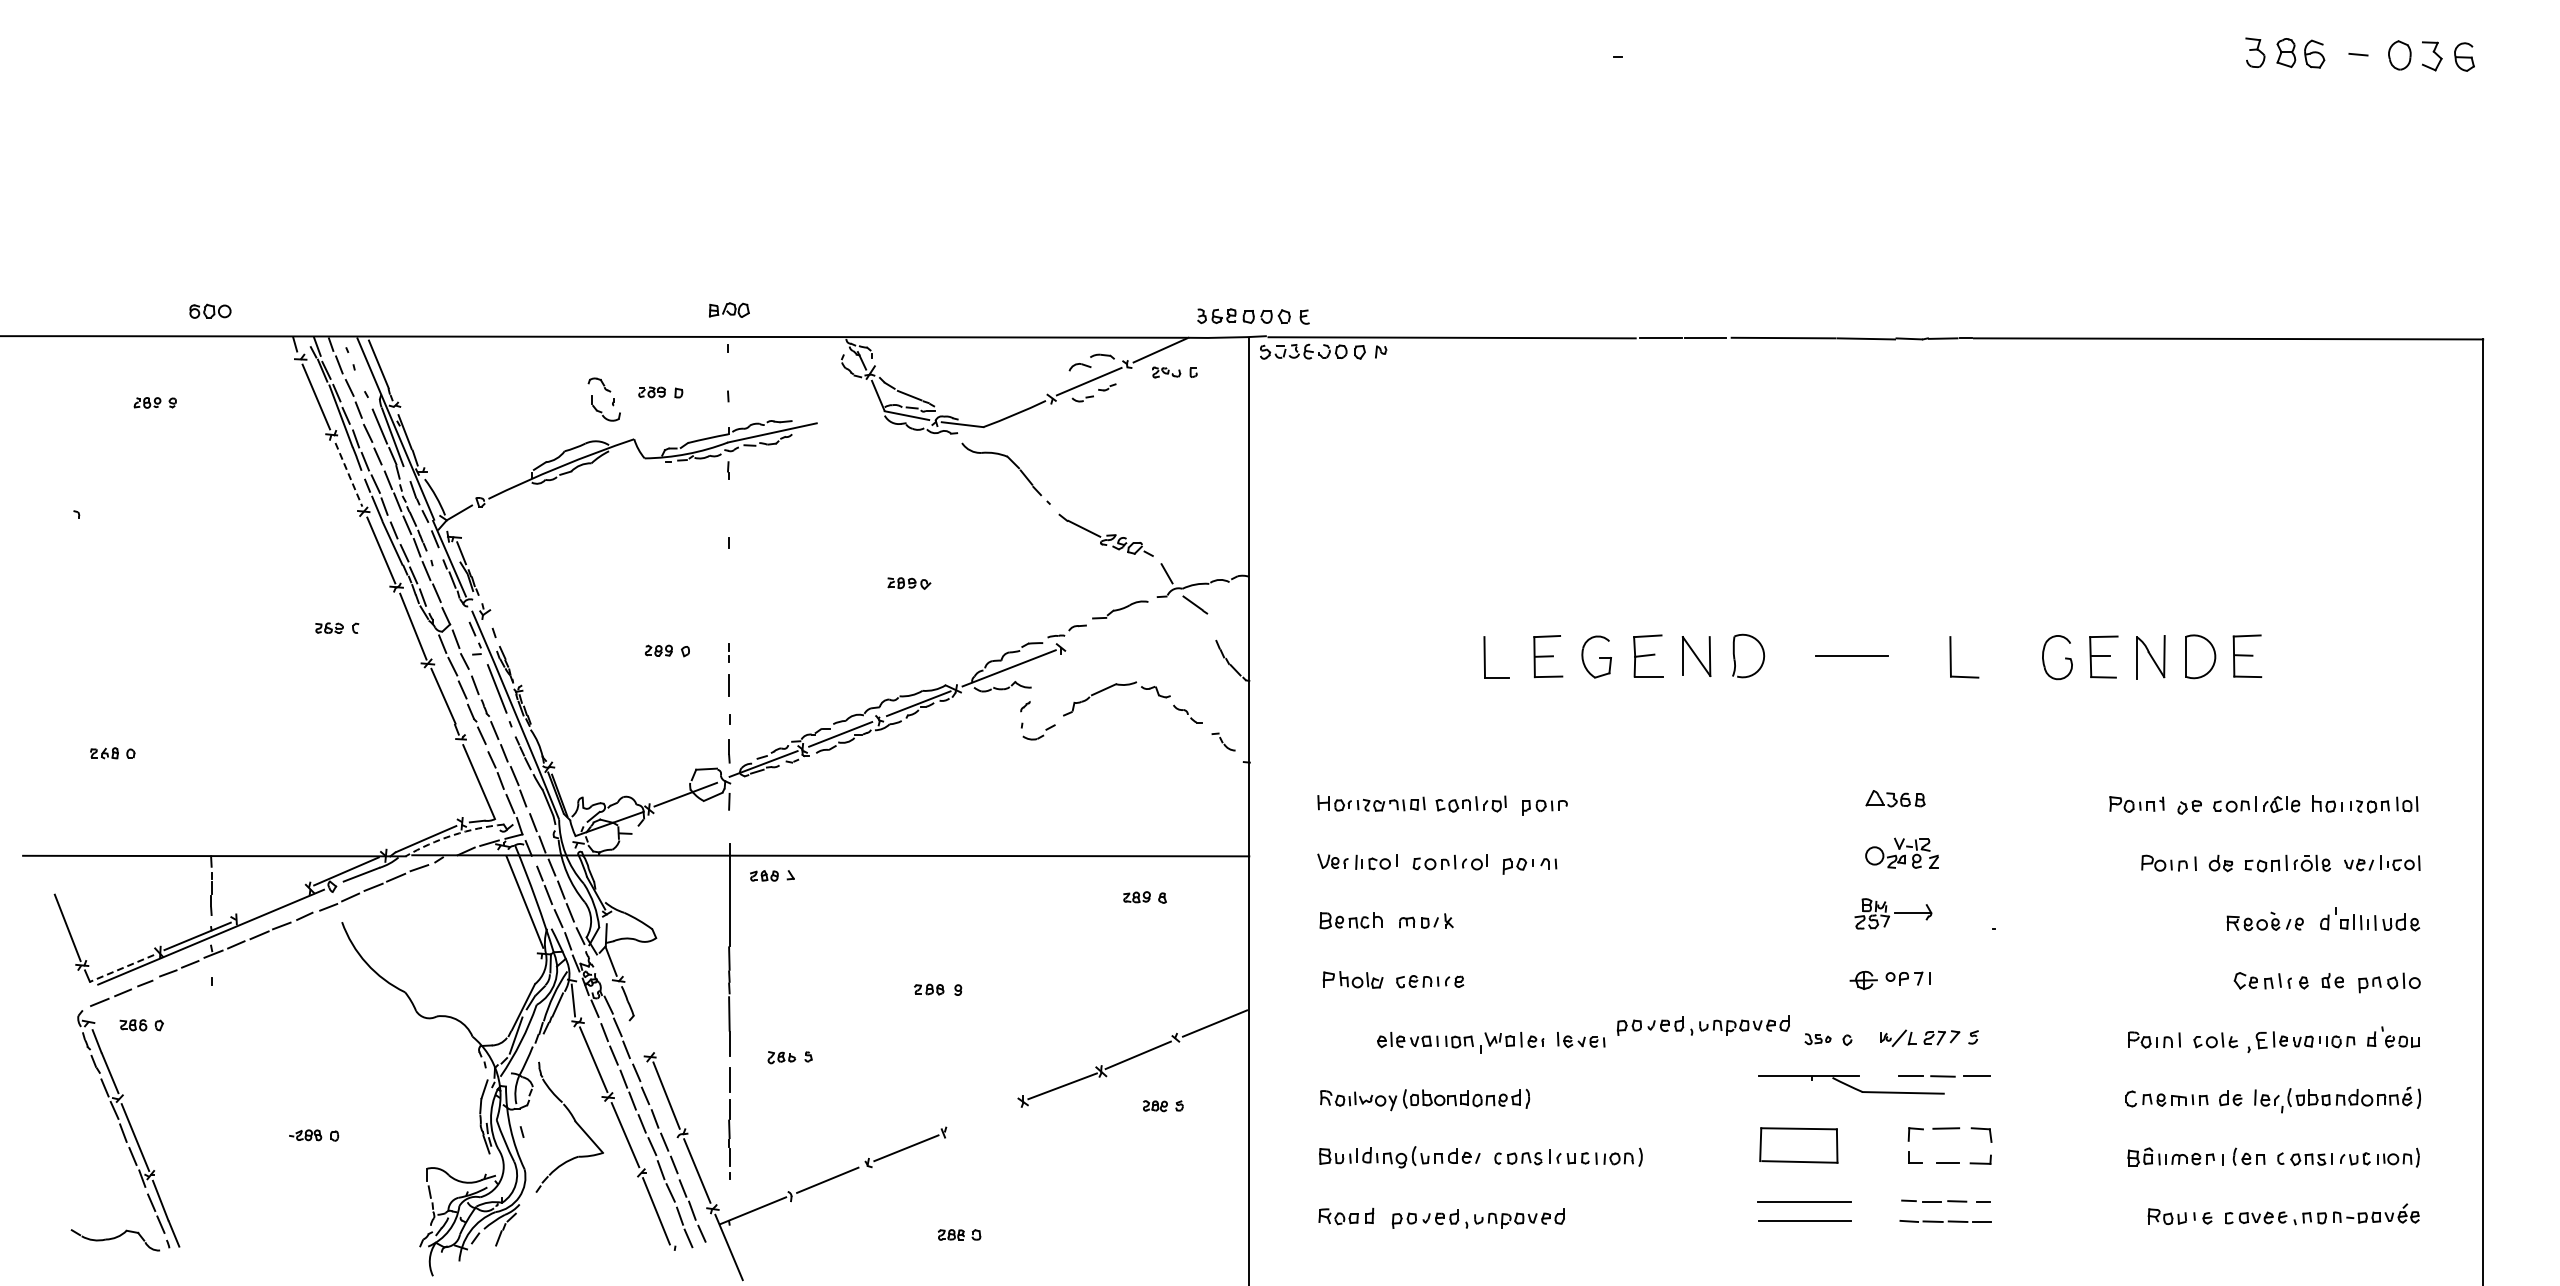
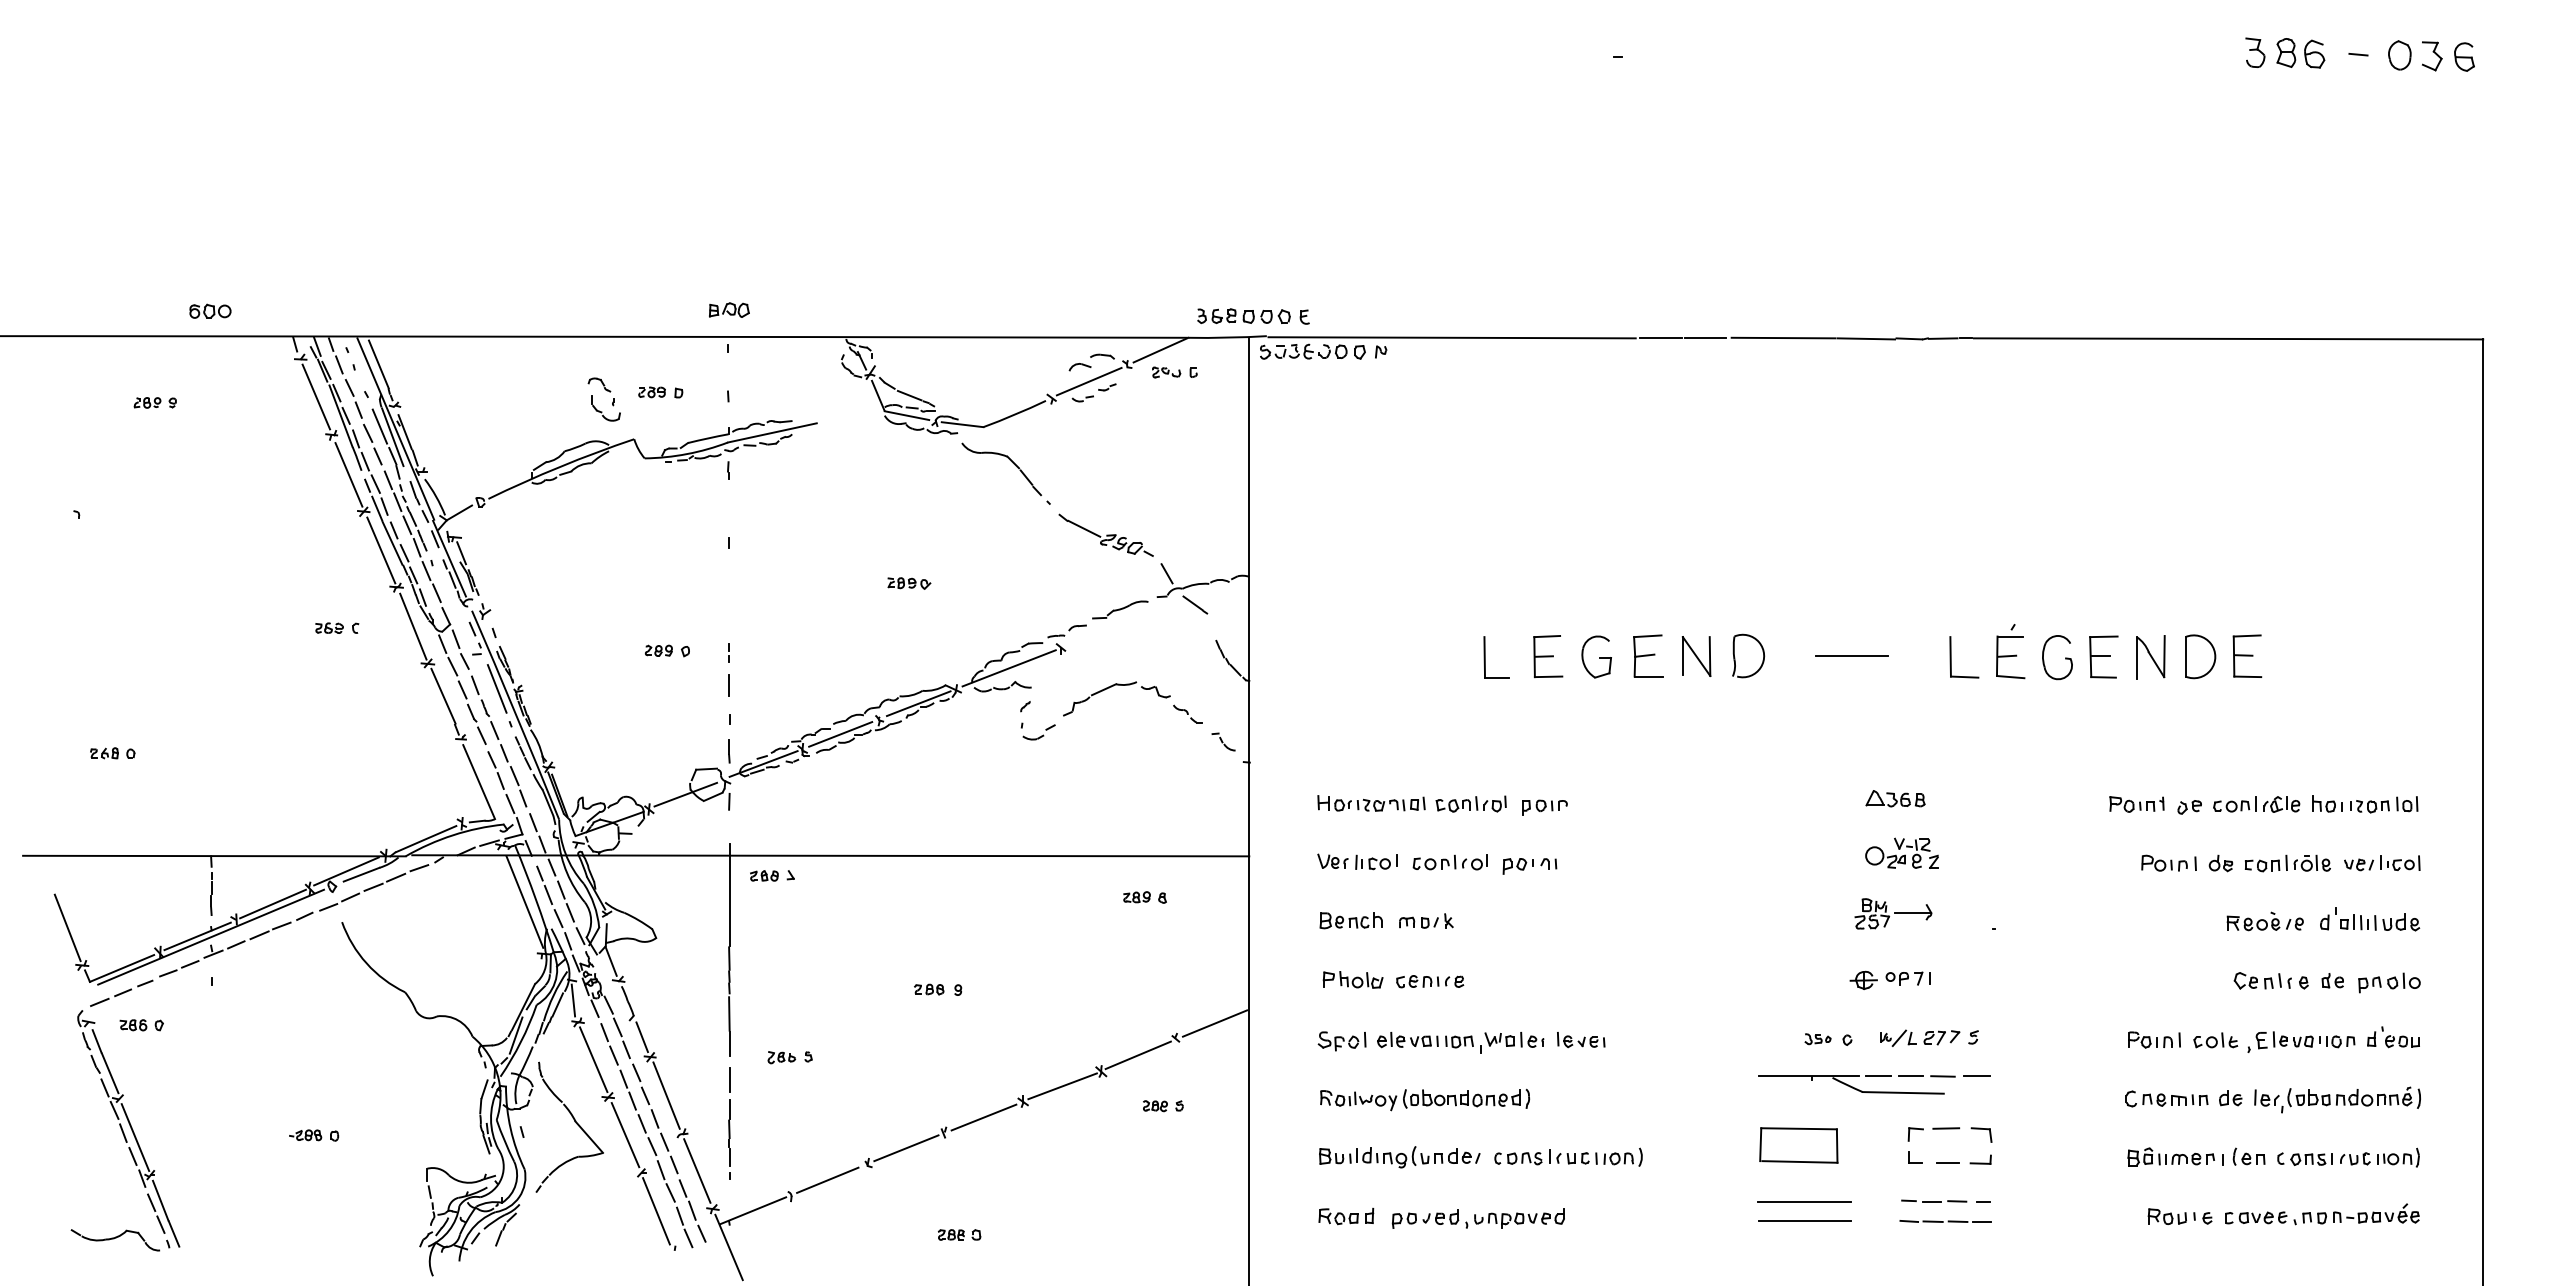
line at (348, 474): dashed -> solid
part at (2010, 651): none -> present
arc at (453, 835): dashed -> solid
line at (272, 903): none -> present
line at (122, 968): dashed -> solid
part at (1702, 1025): present -> none
line at (641, 1037): none -> present
part at (1341, 1041): none -> present
line at (1877, 1076): none -> present
line at (983, 1117): none -> present
